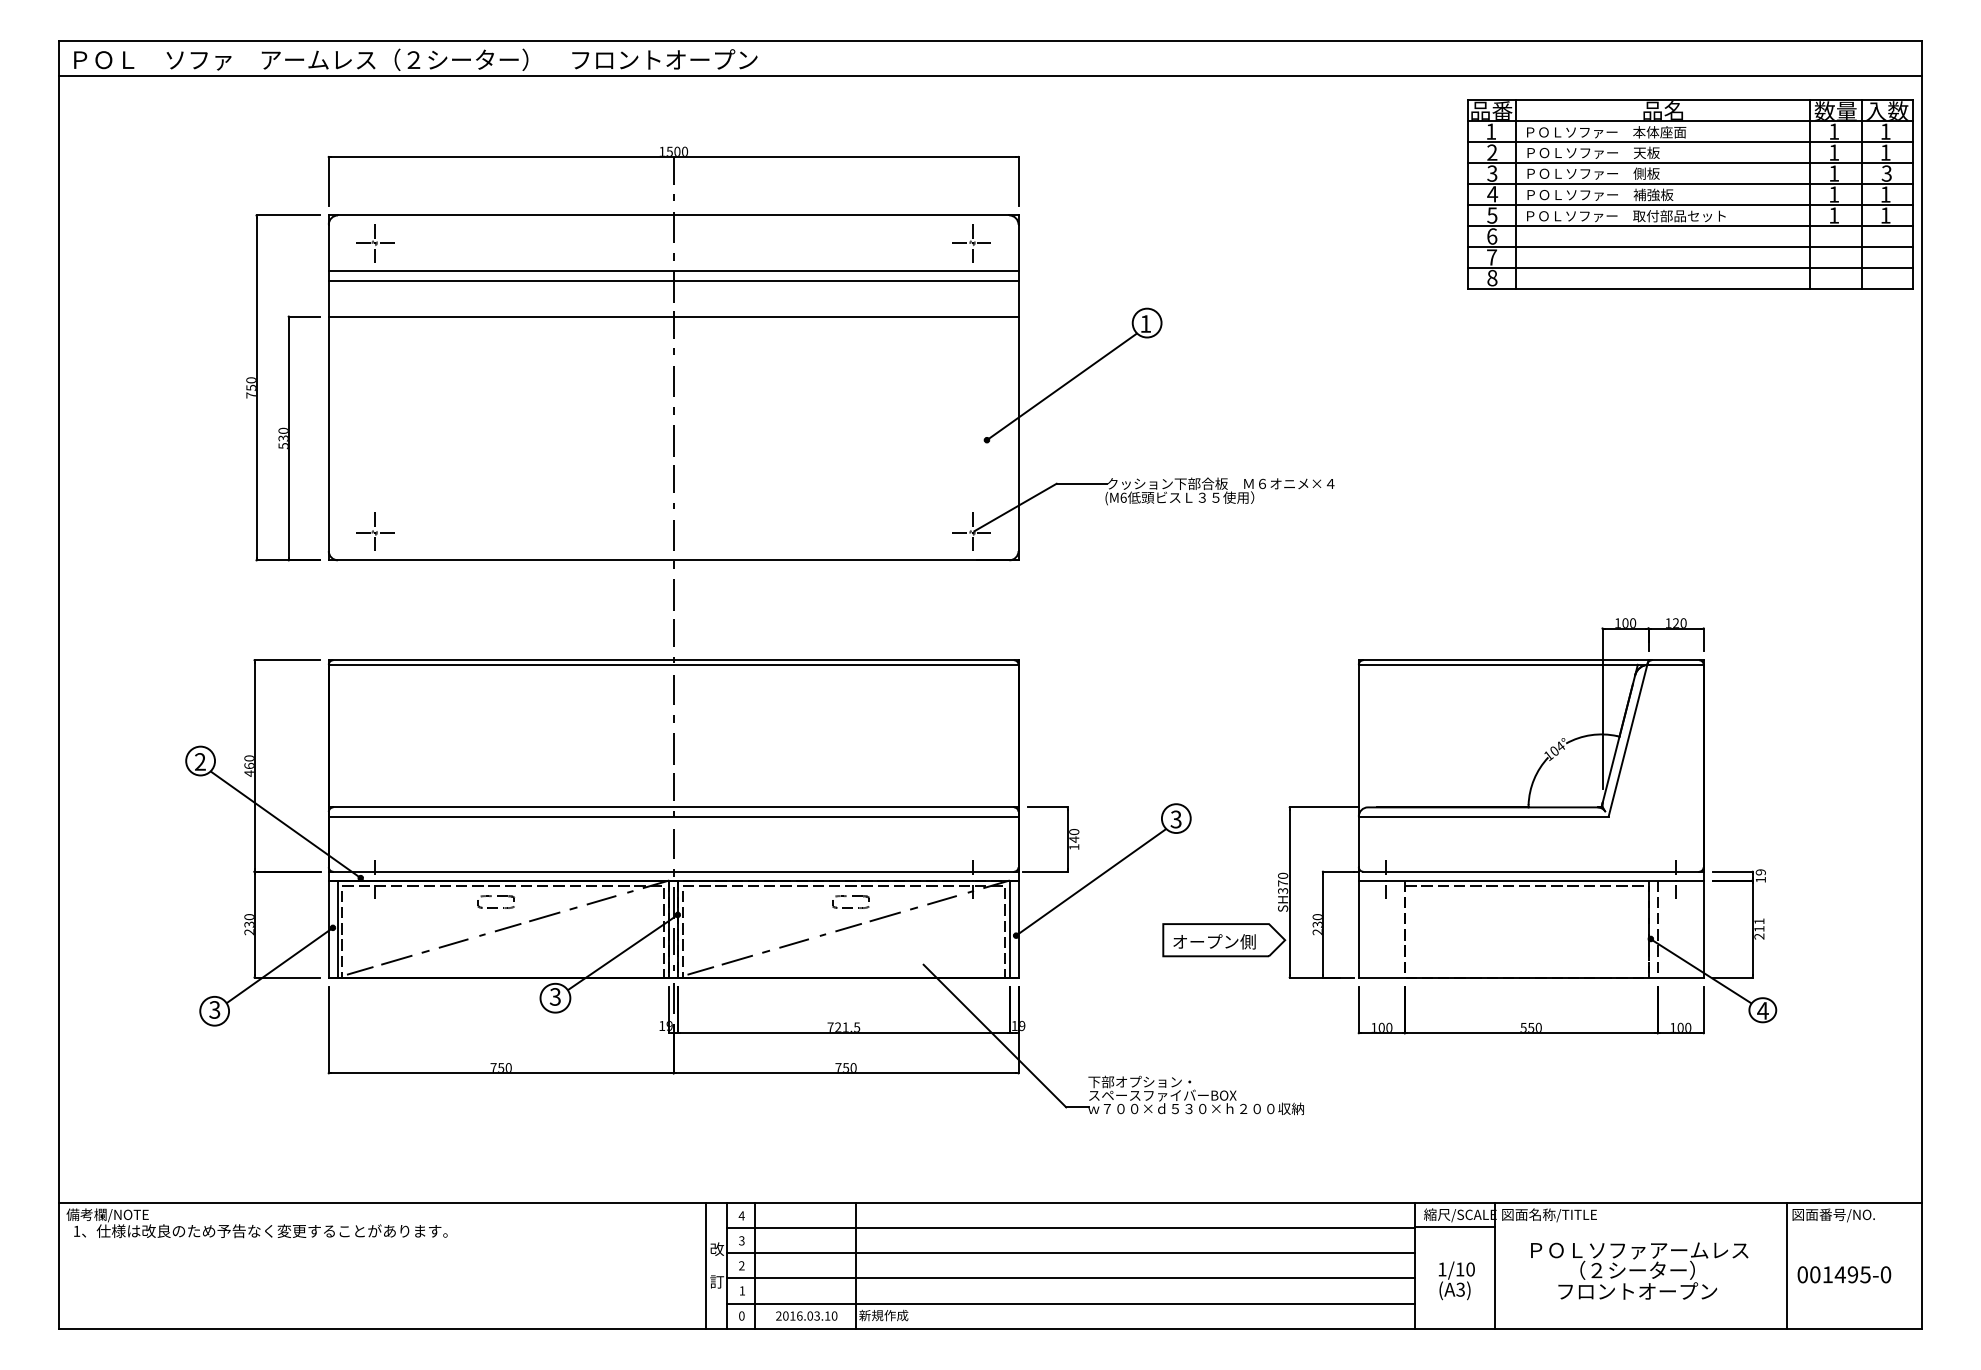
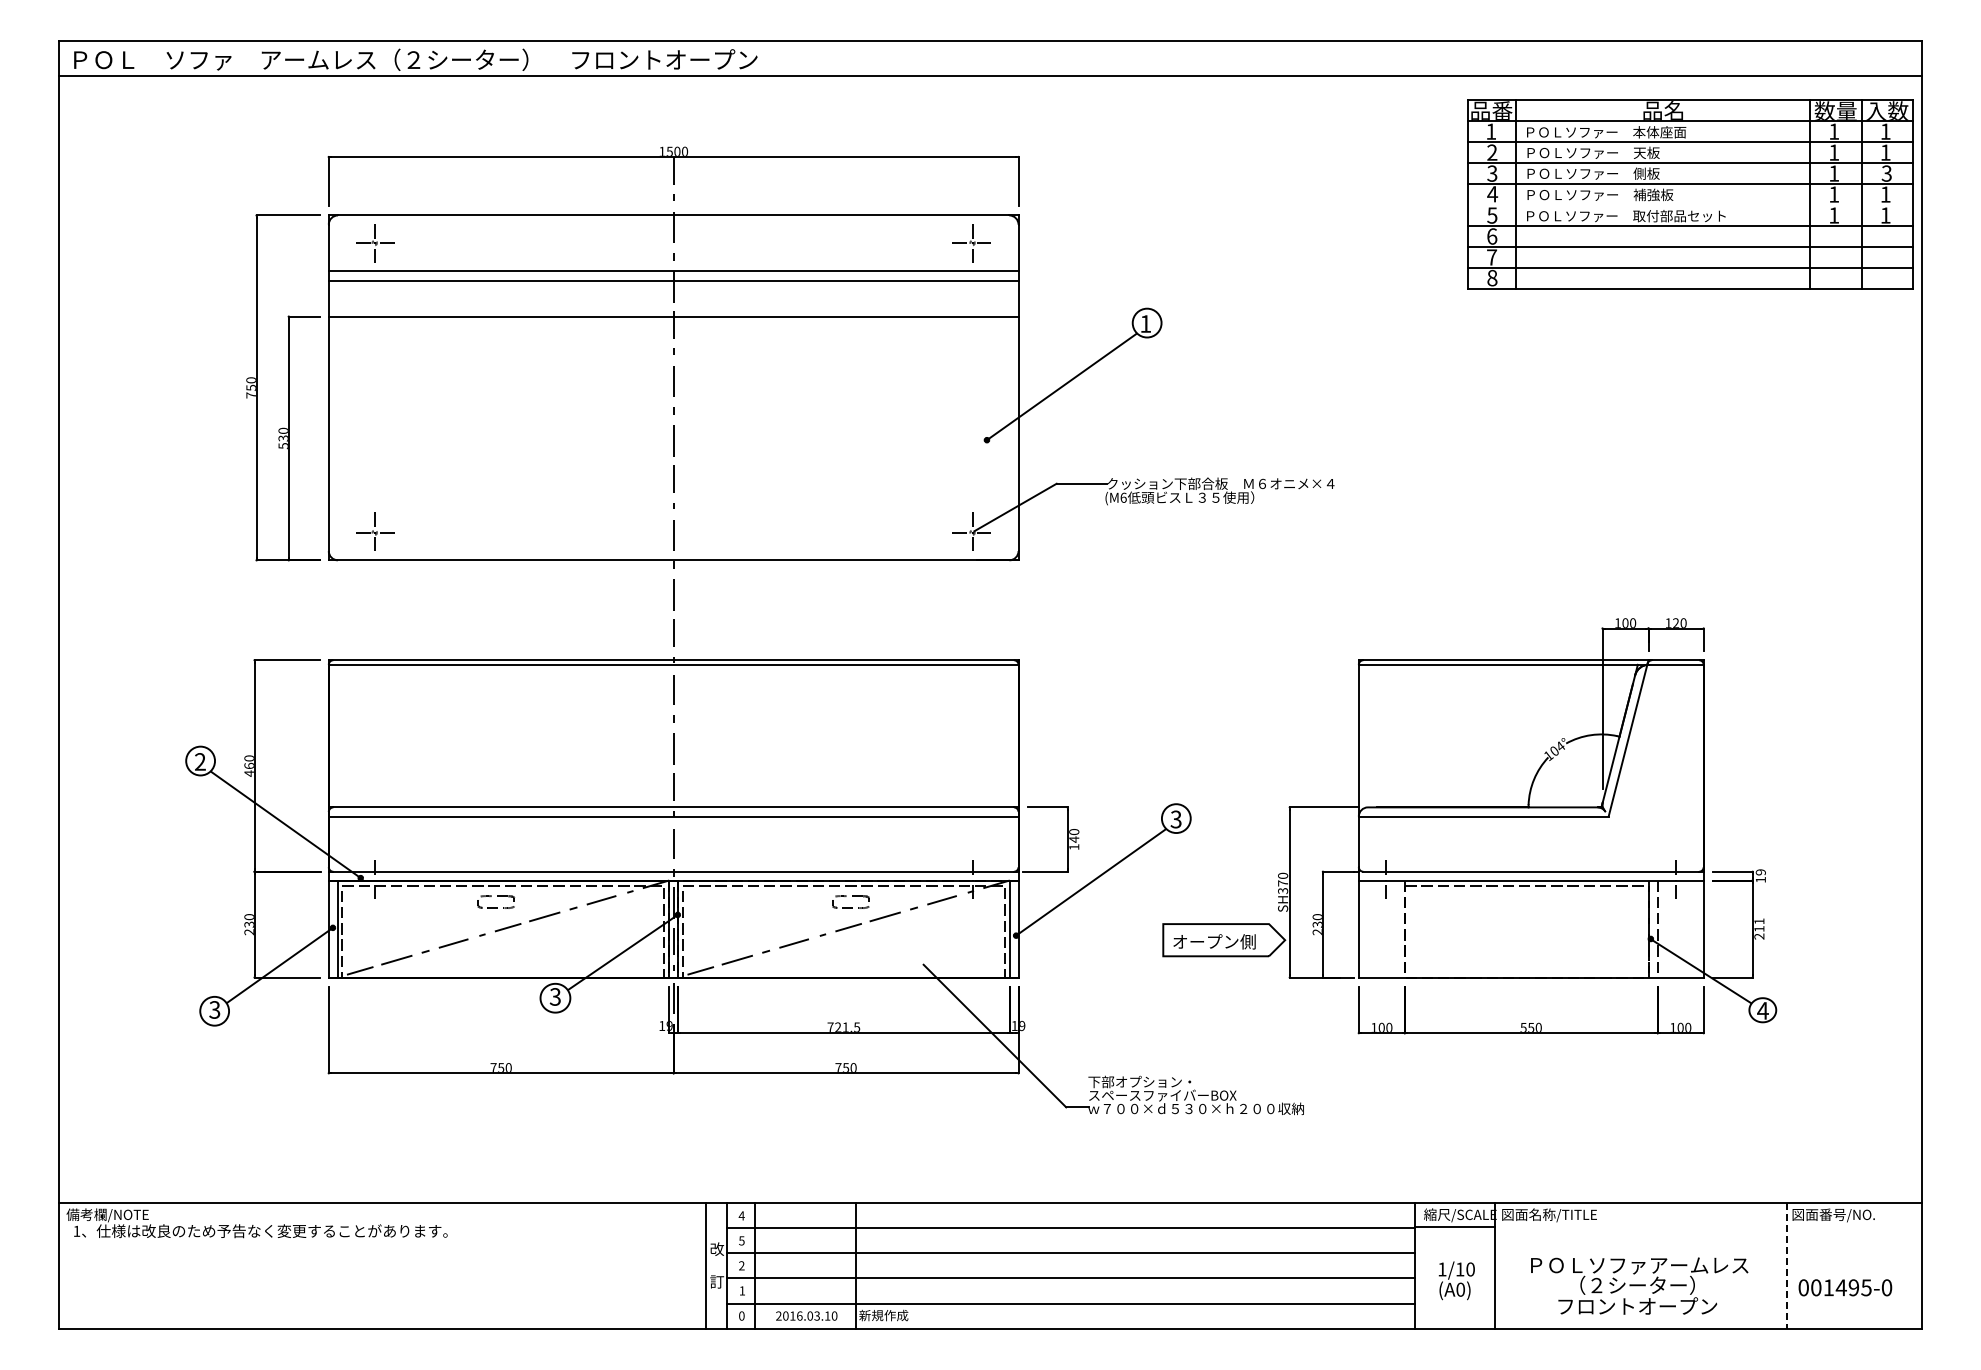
line at (1690, 205): present -> none
text at (741, 1239): 3 -> 5
line at (1786, 1266): solid -> dashed
text at (1639, 1270) position: (1639, 1270) -> (1639, 1285)
text at (1844, 1274) position: (1844, 1274) -> (1845, 1287)
text at (1460, 1289): (A3) -> (A0)
